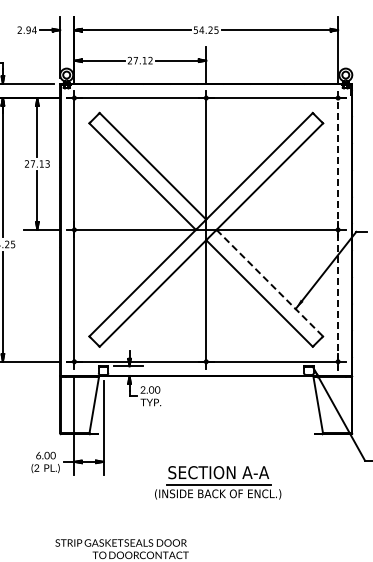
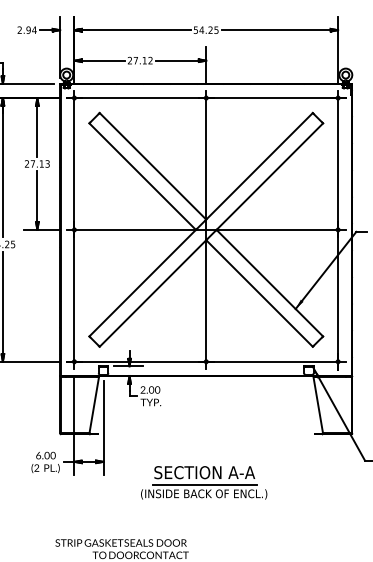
line at (338, 230): dashed -> solid
line at (270, 283): dashed -> solid
part at (218, 482) position: (218, 482) -> (204, 482)
